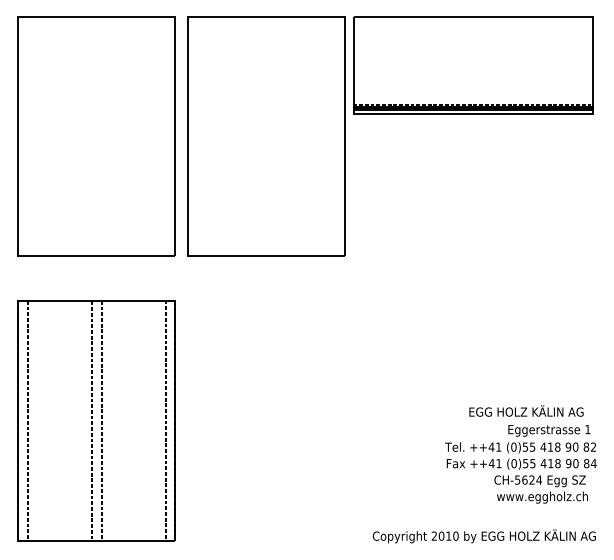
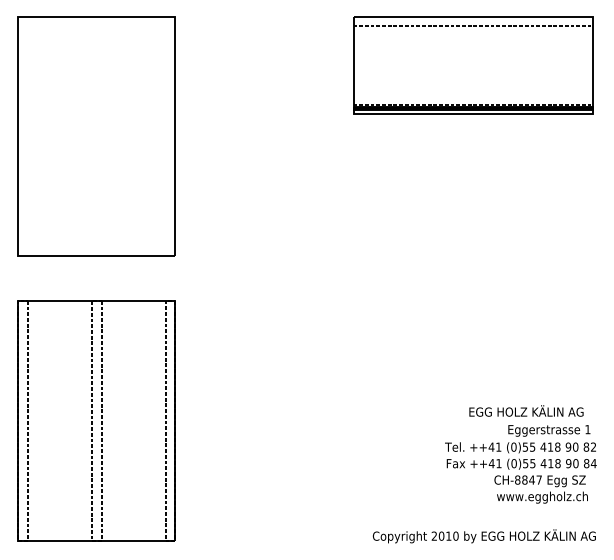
line at (473, 25): none -> present
part at (266, 136): present -> none
text at (528, 479): CH-5624 -> CH-8847
